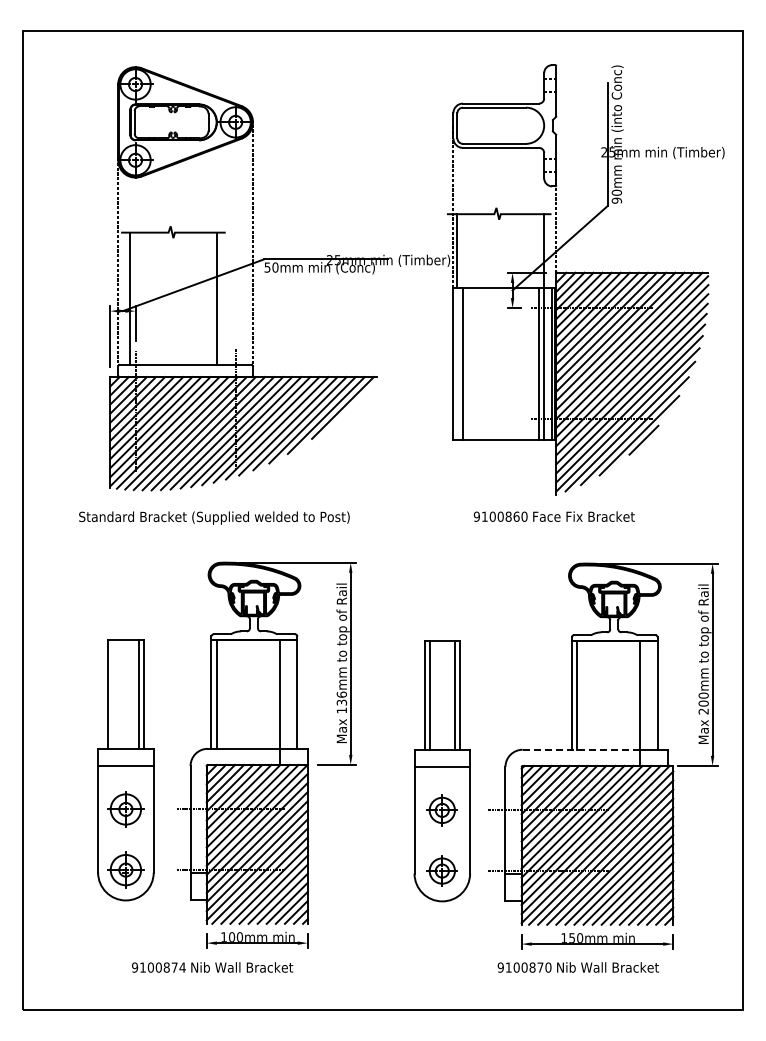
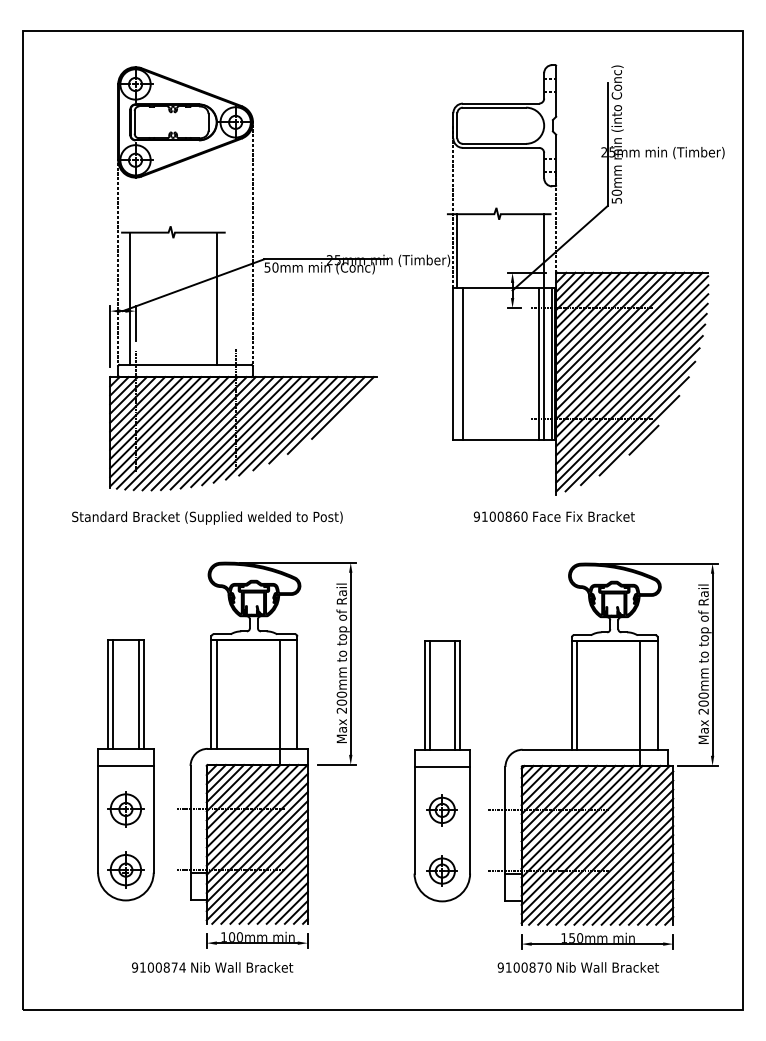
text at (616, 200): 90mm -> 50mm
text at (214, 517) position: (214, 517) -> (207, 517)
line at (113, 694): none -> present
text at (341, 702): 136mm -> 200mm
line at (581, 749): dashed -> solid
